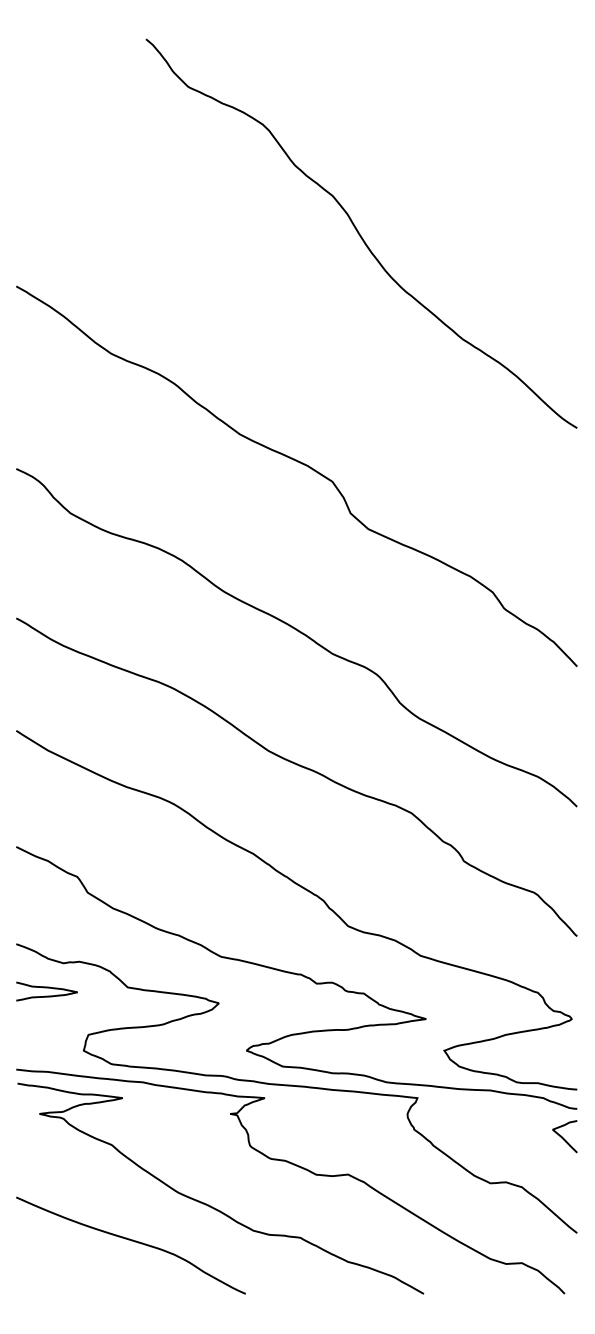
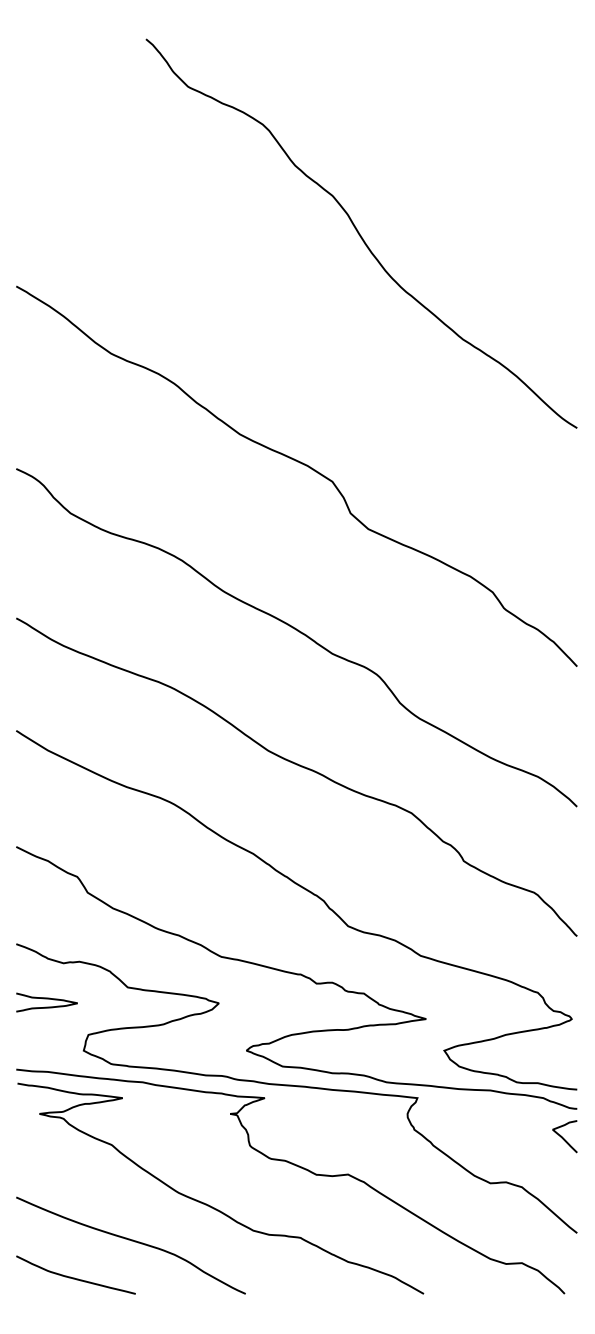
curve at (46, 988) position: (46, 988) -> (46, 999)
curve at (74, 1277): none -> present
